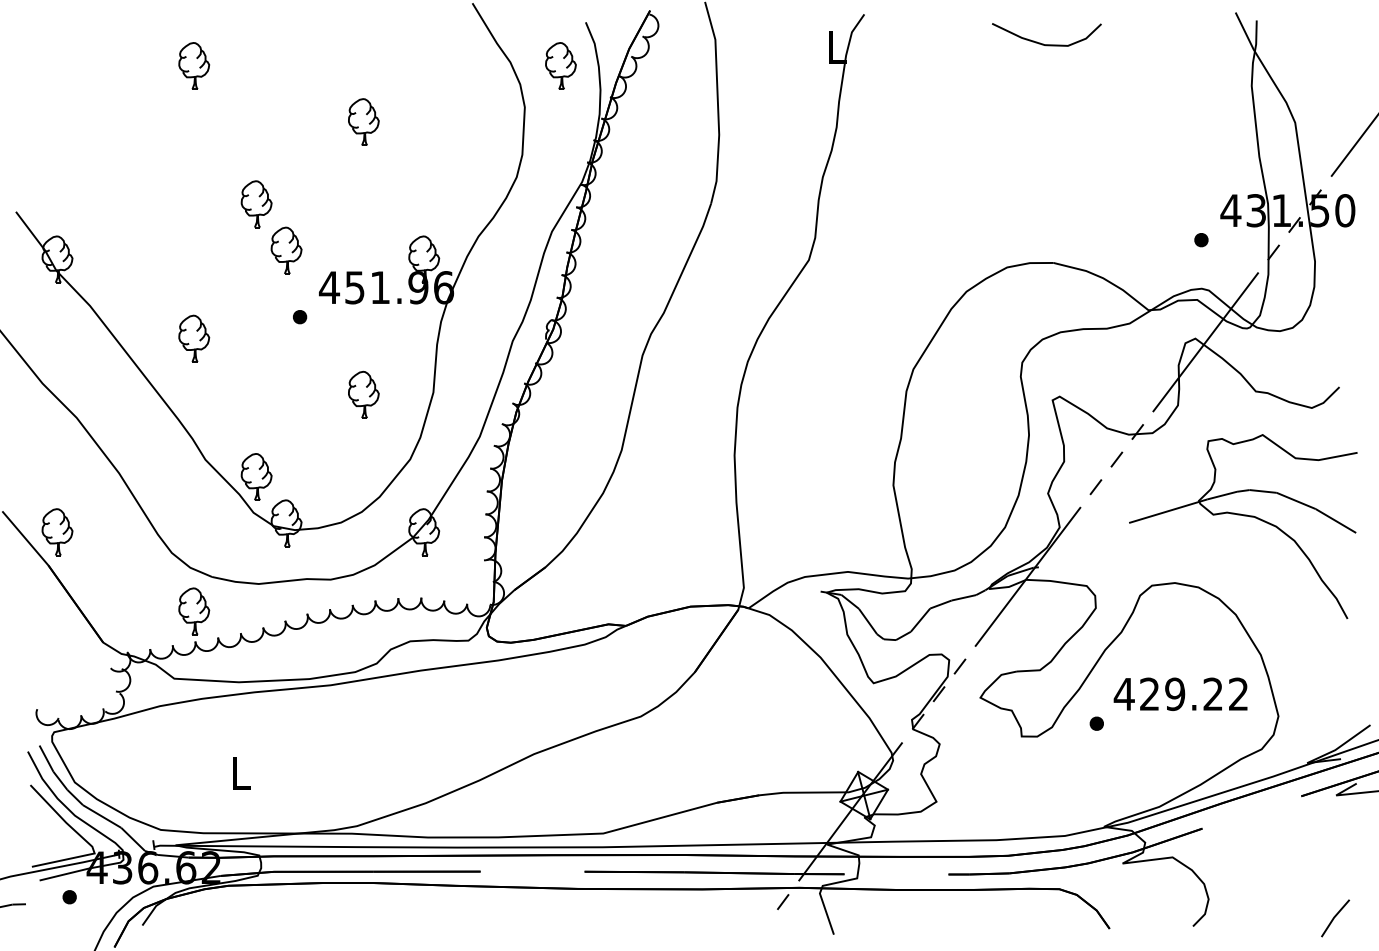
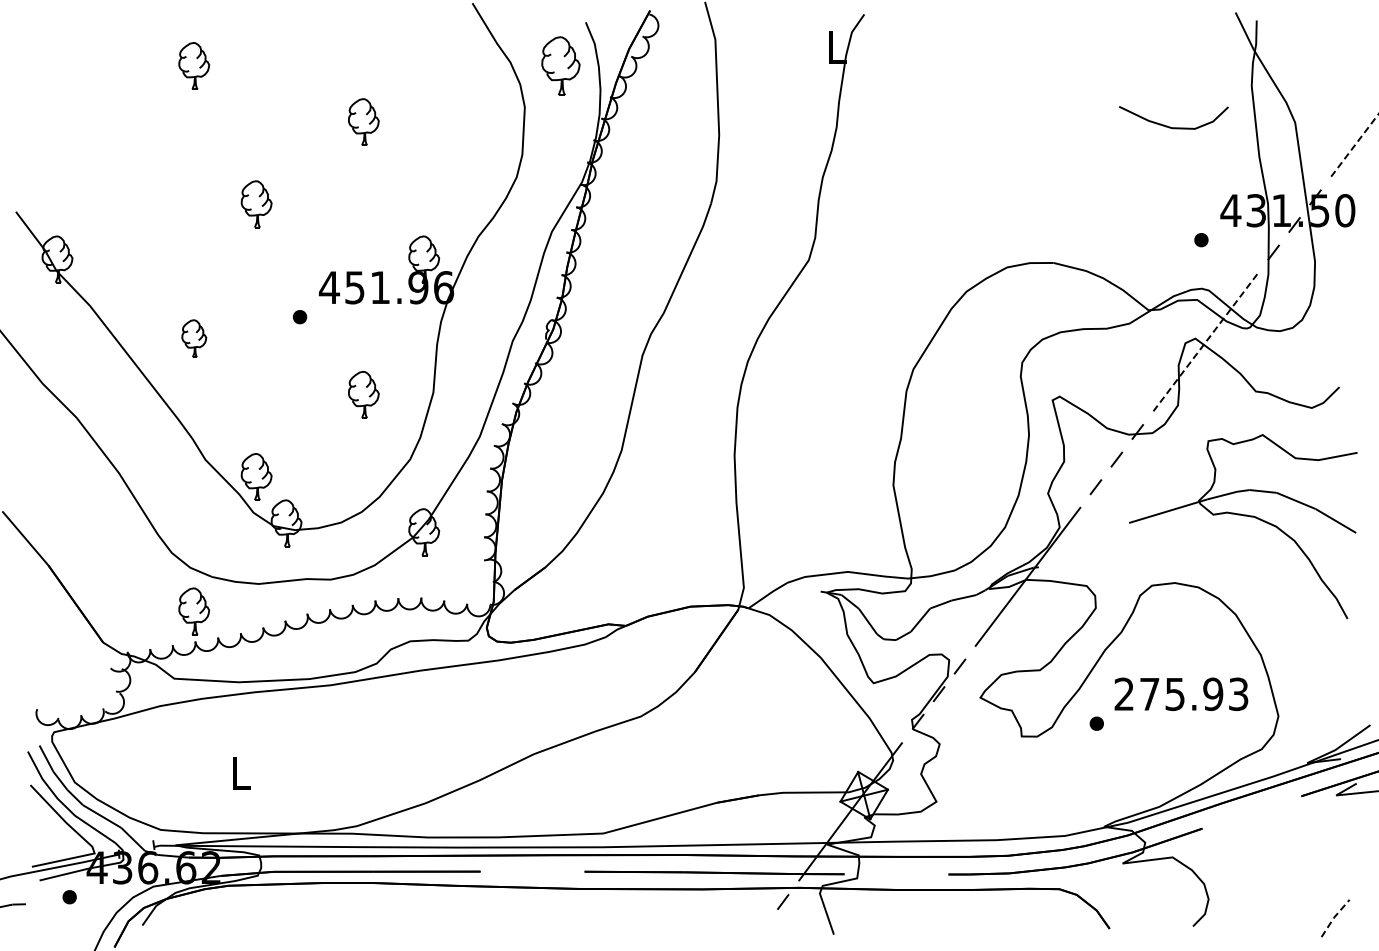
curve at (1043, 43) position: (1043, 43) -> (1170, 126)
part at (560, 65) size: 32x48 px -> 40x60 px
line at (1355, 144): solid -> dashed
part at (286, 250): present -> none
part at (194, 338) size: 33x49 px -> 27x39 px
line at (1205, 342): solid -> dashed
part at (57, 532): present -> none
text at (1180, 694): 429.22 -> 275.93
line at (1334, 917): solid -> dashed
